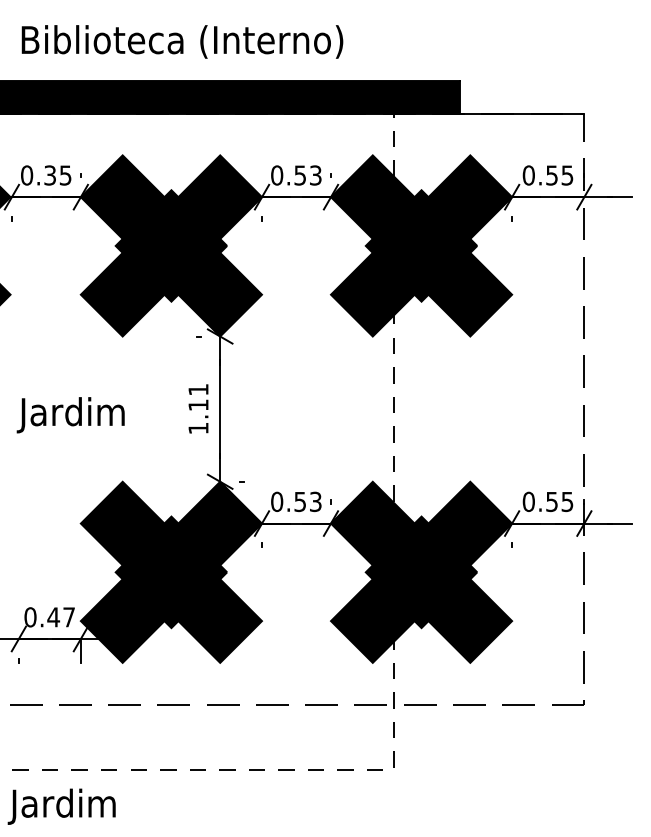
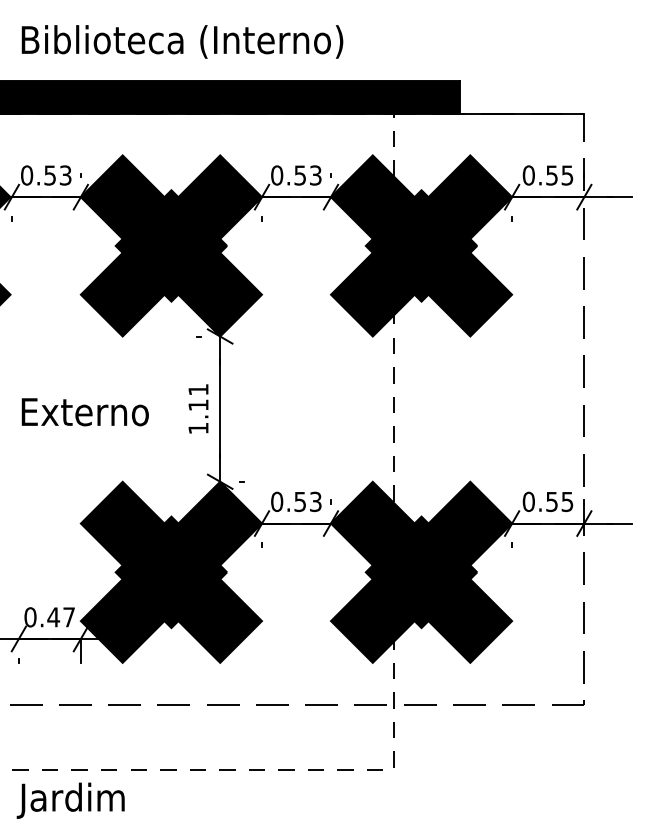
text at (58, 174): 0.35 -> 0.53
text at (82, 415): Jardim -> Externo
text at (61, 806) position: (61, 806) -> (70, 800)
